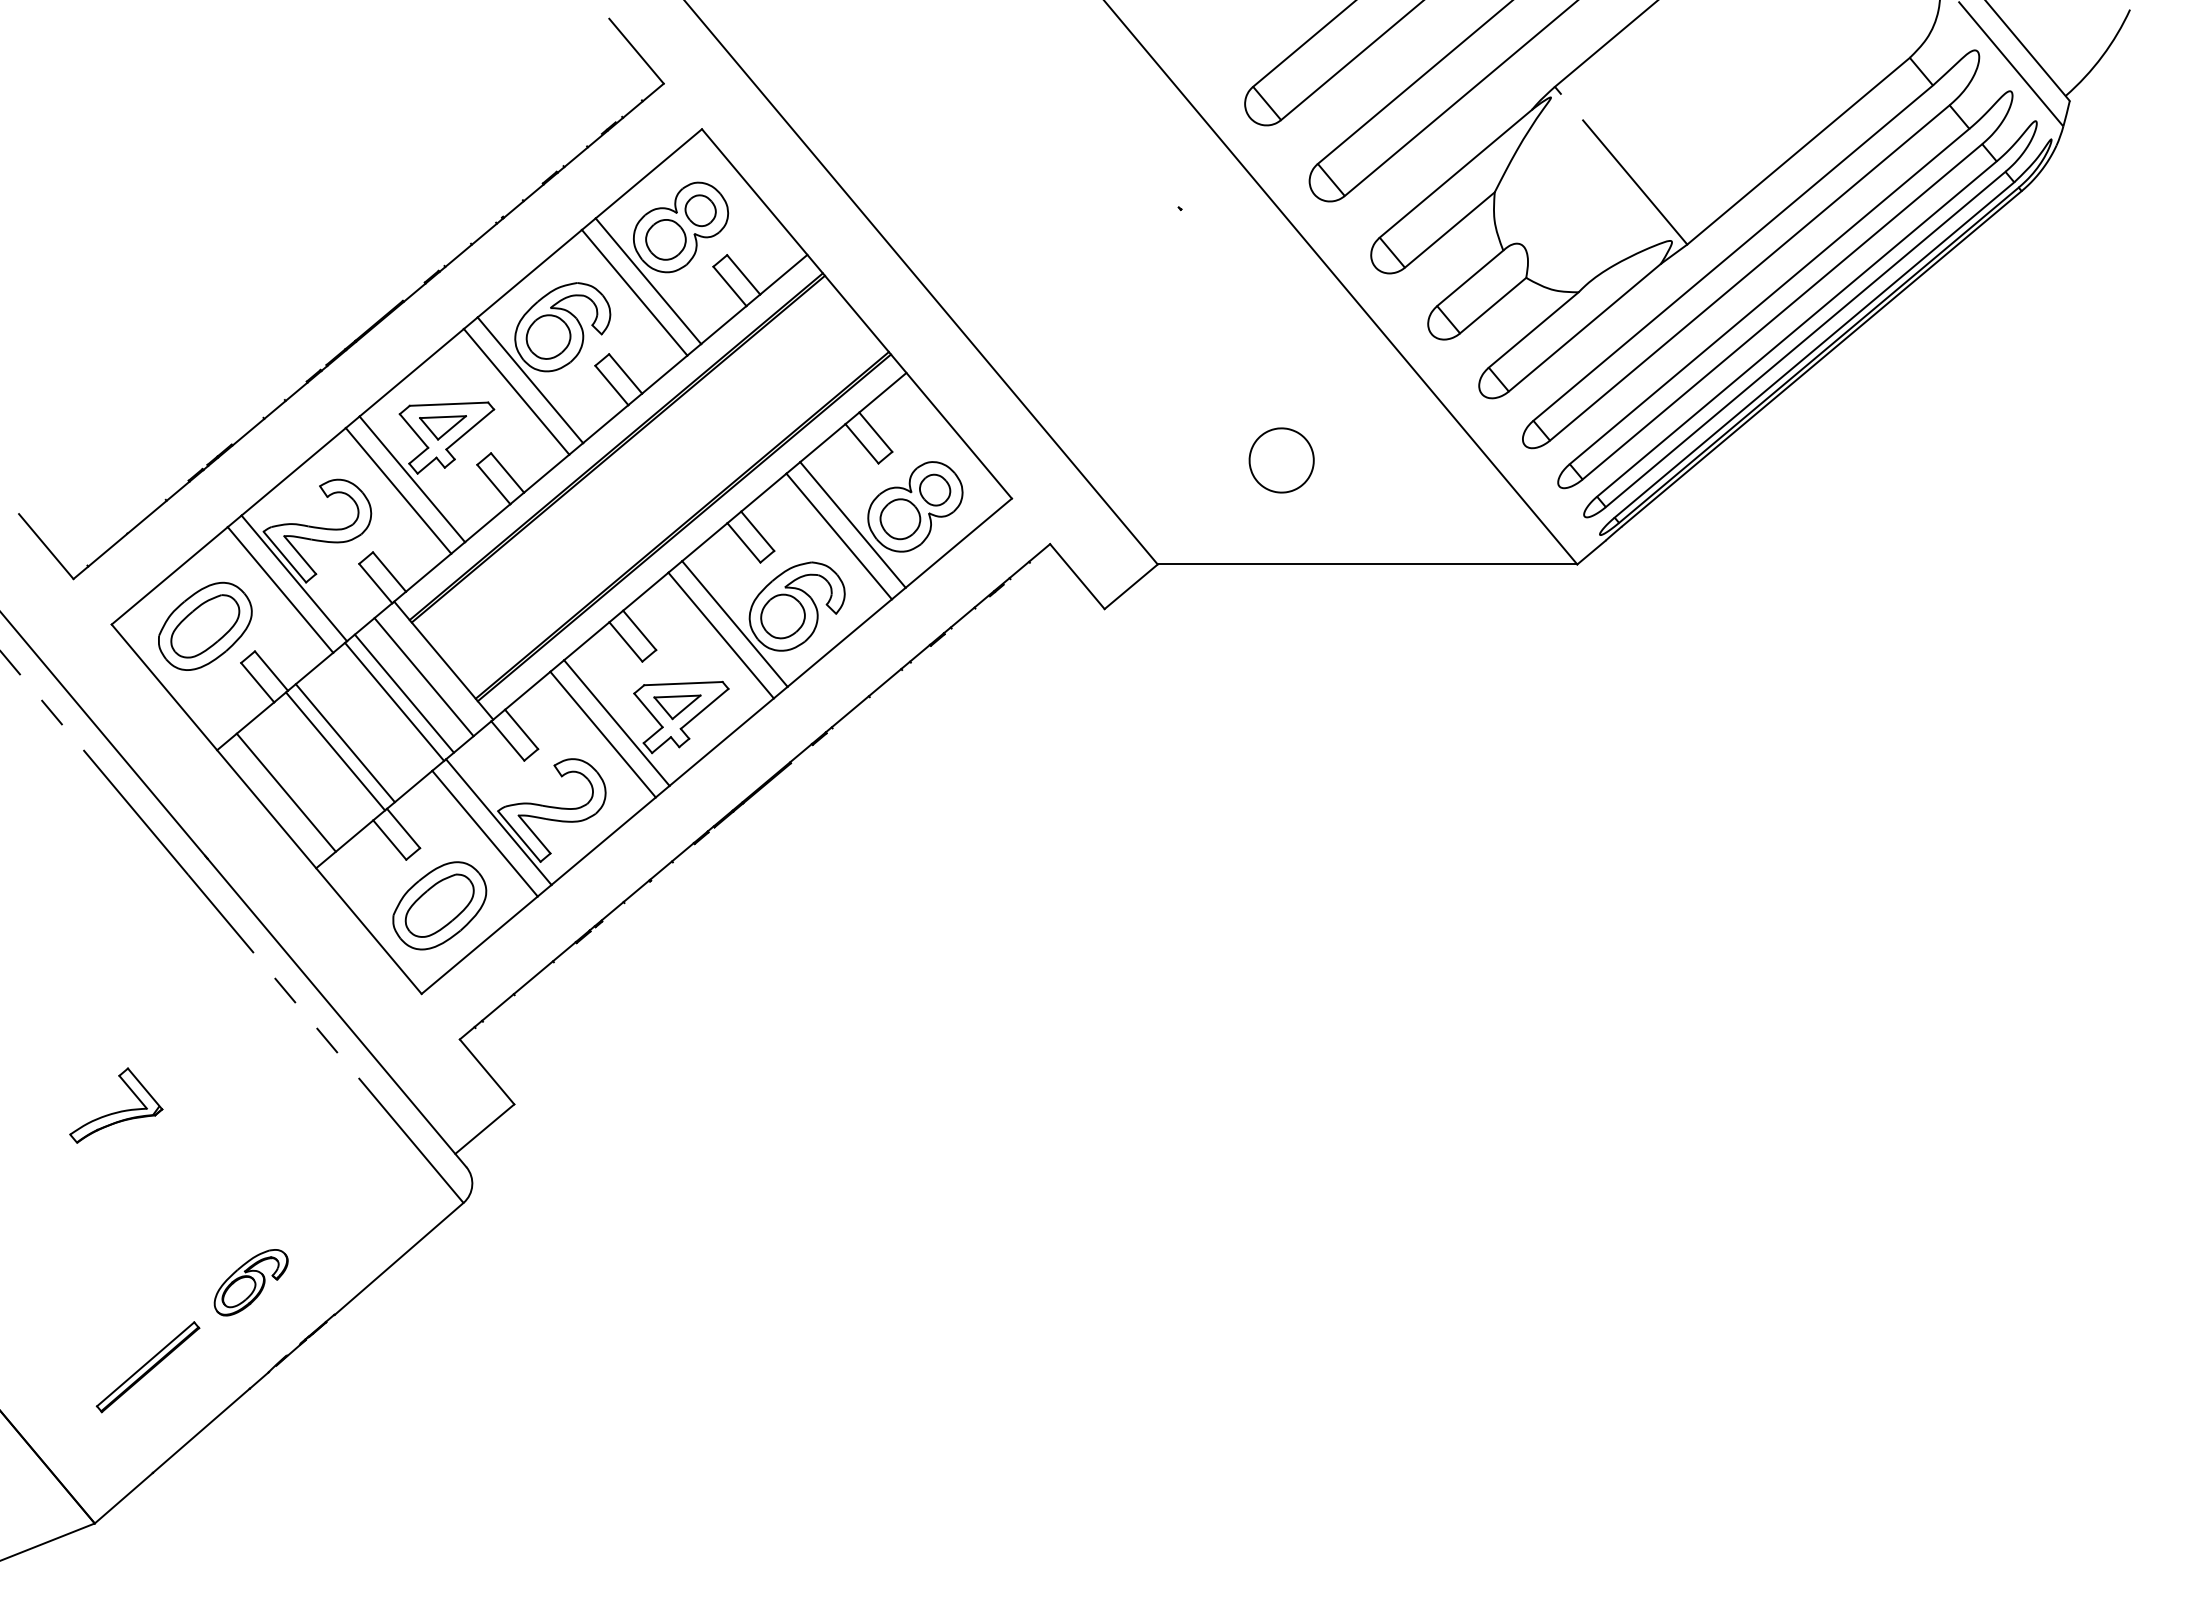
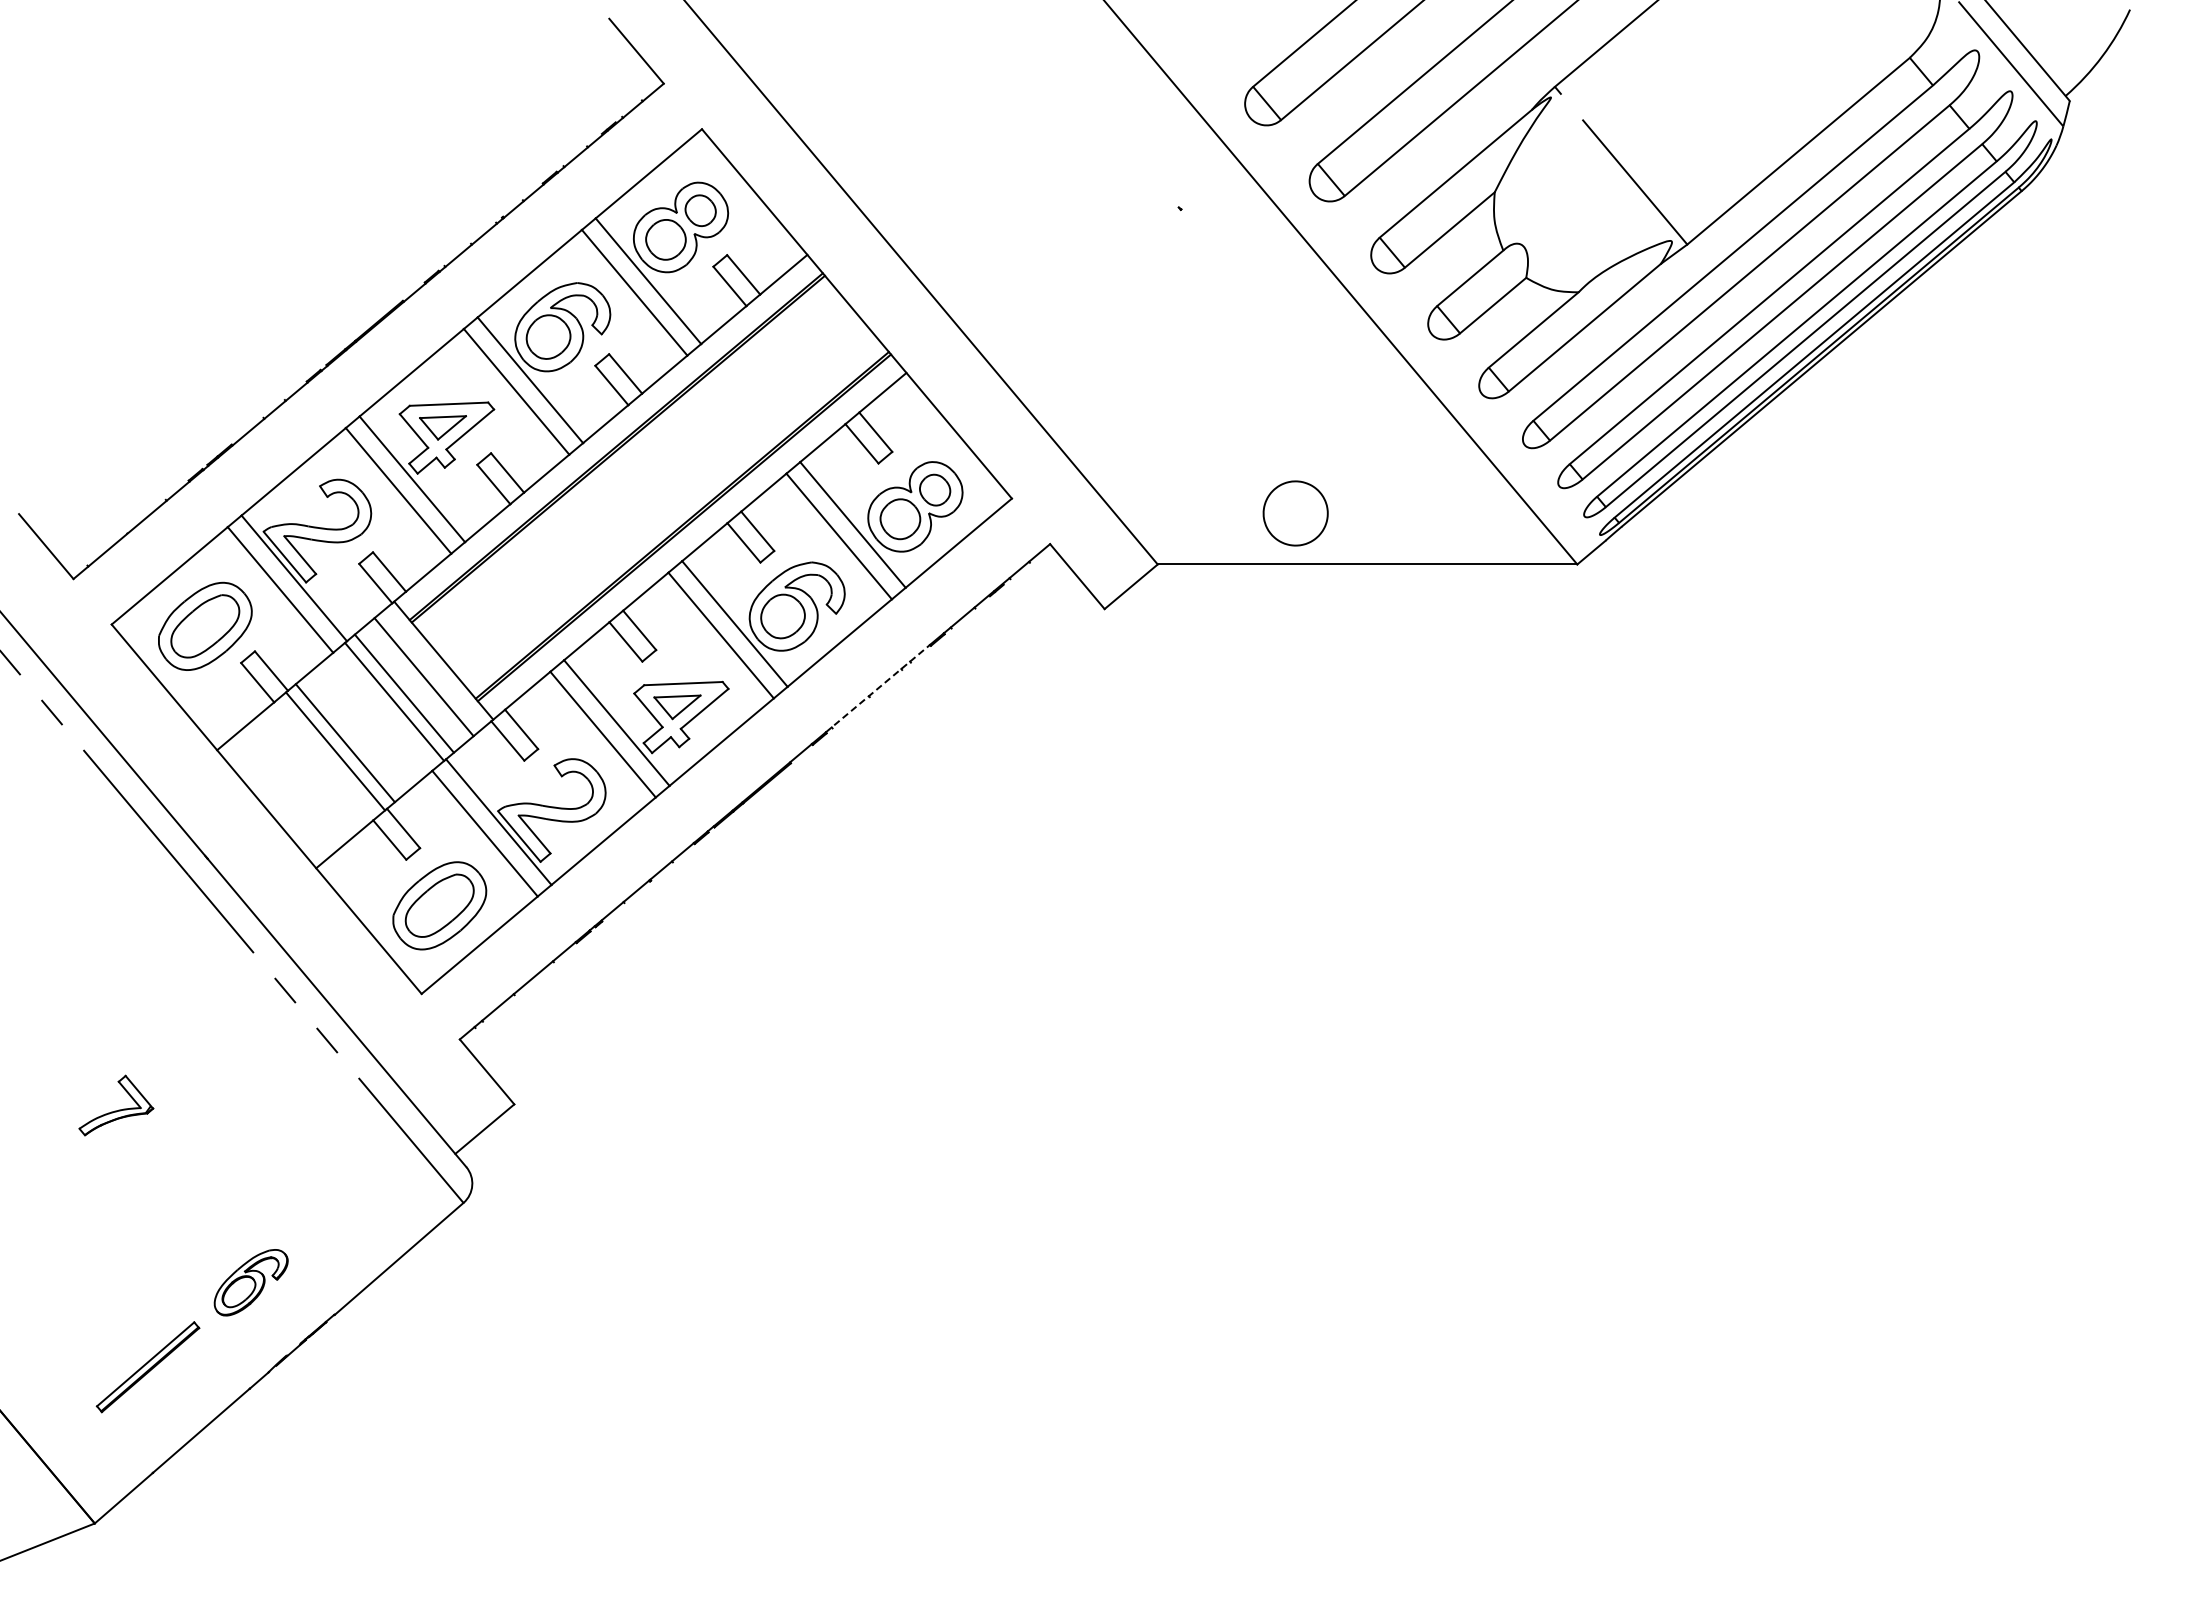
part at (1281, 460) position: (1281, 460) -> (1295, 513)
line at (878, 688): solid -> dashed
line at (285, 792): present -> none
part at (116, 1105) size: 95x77 px -> 77x63 px
